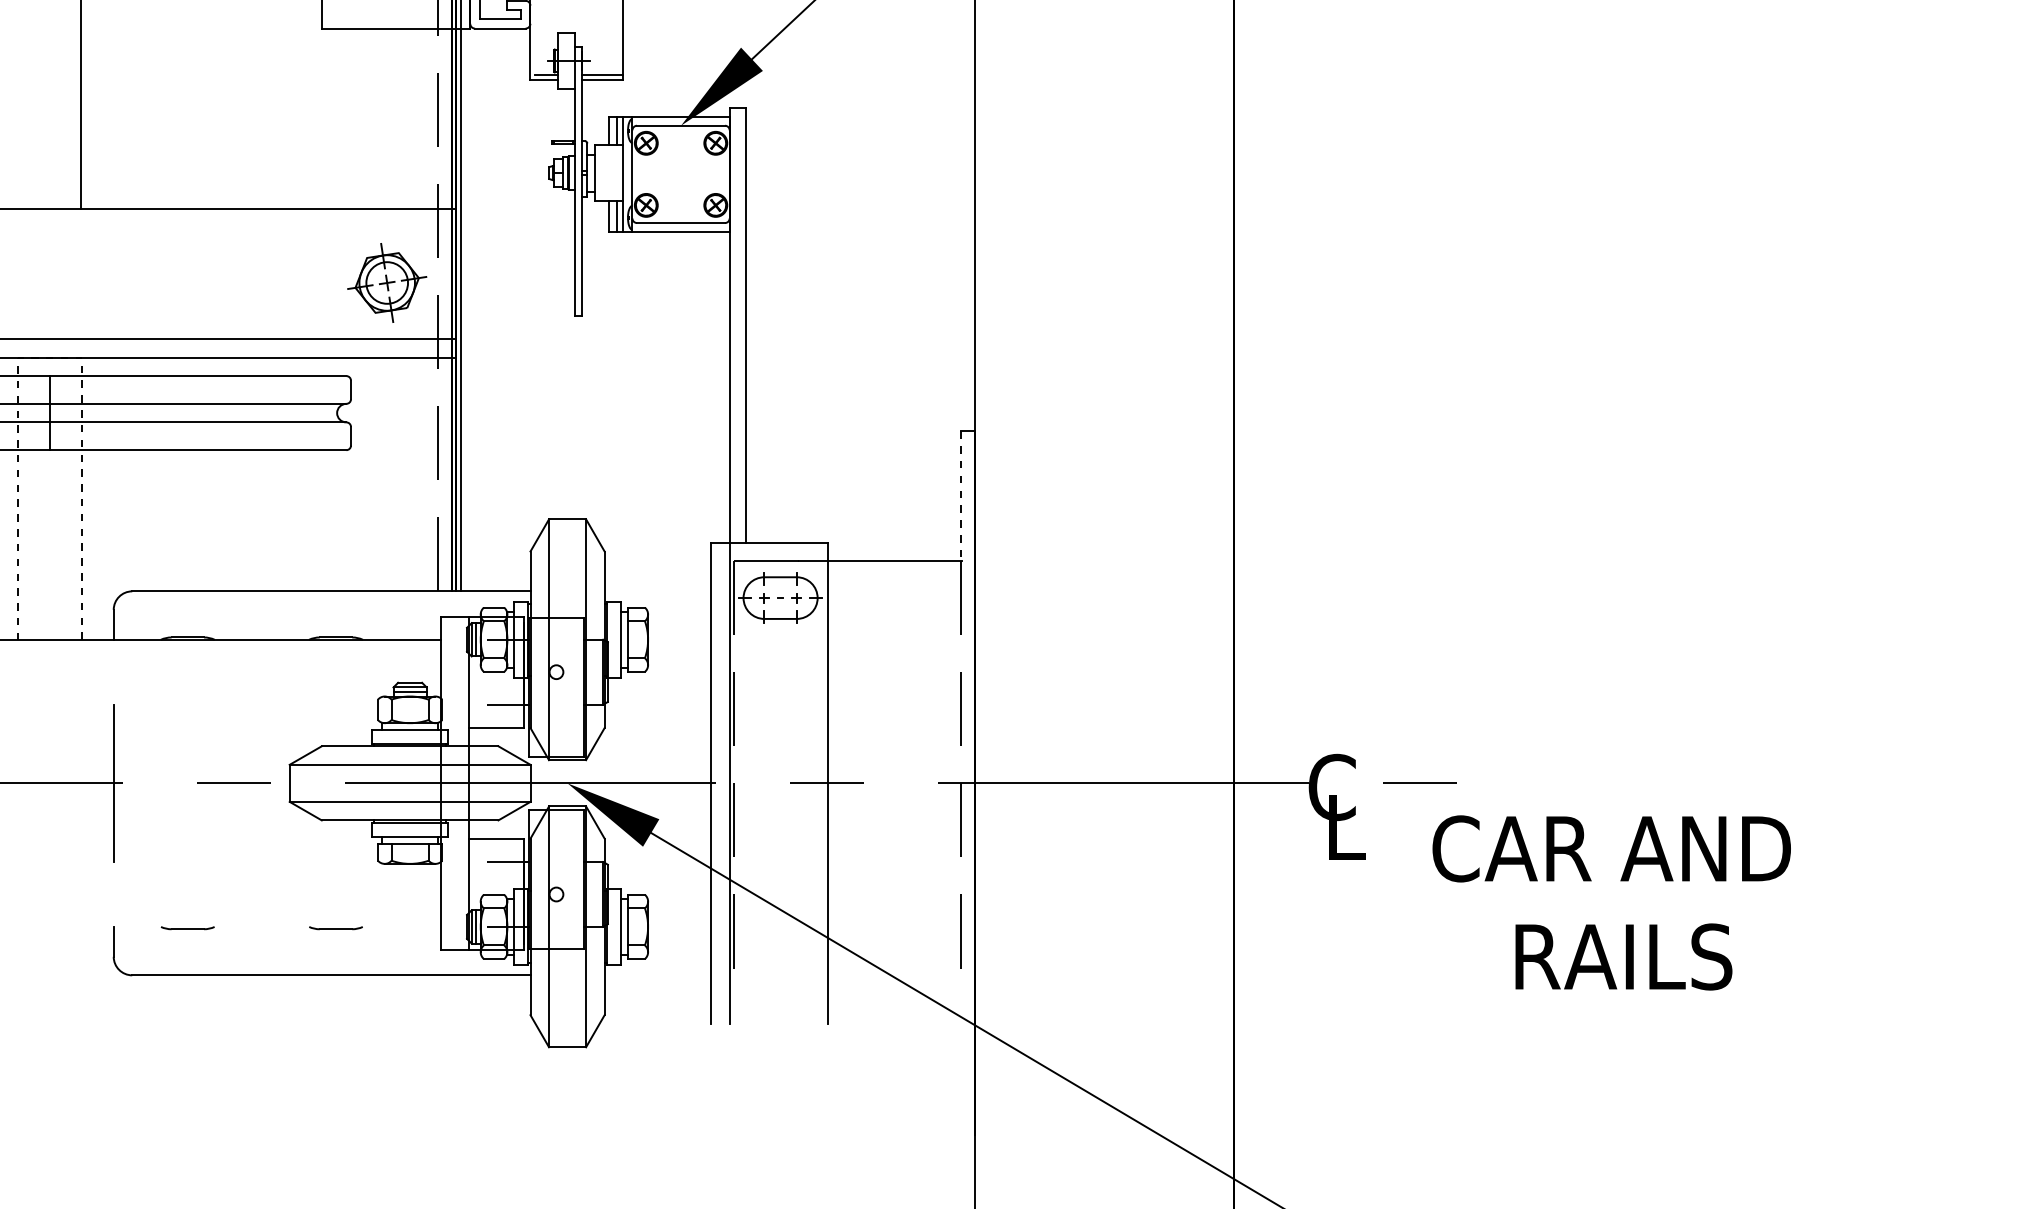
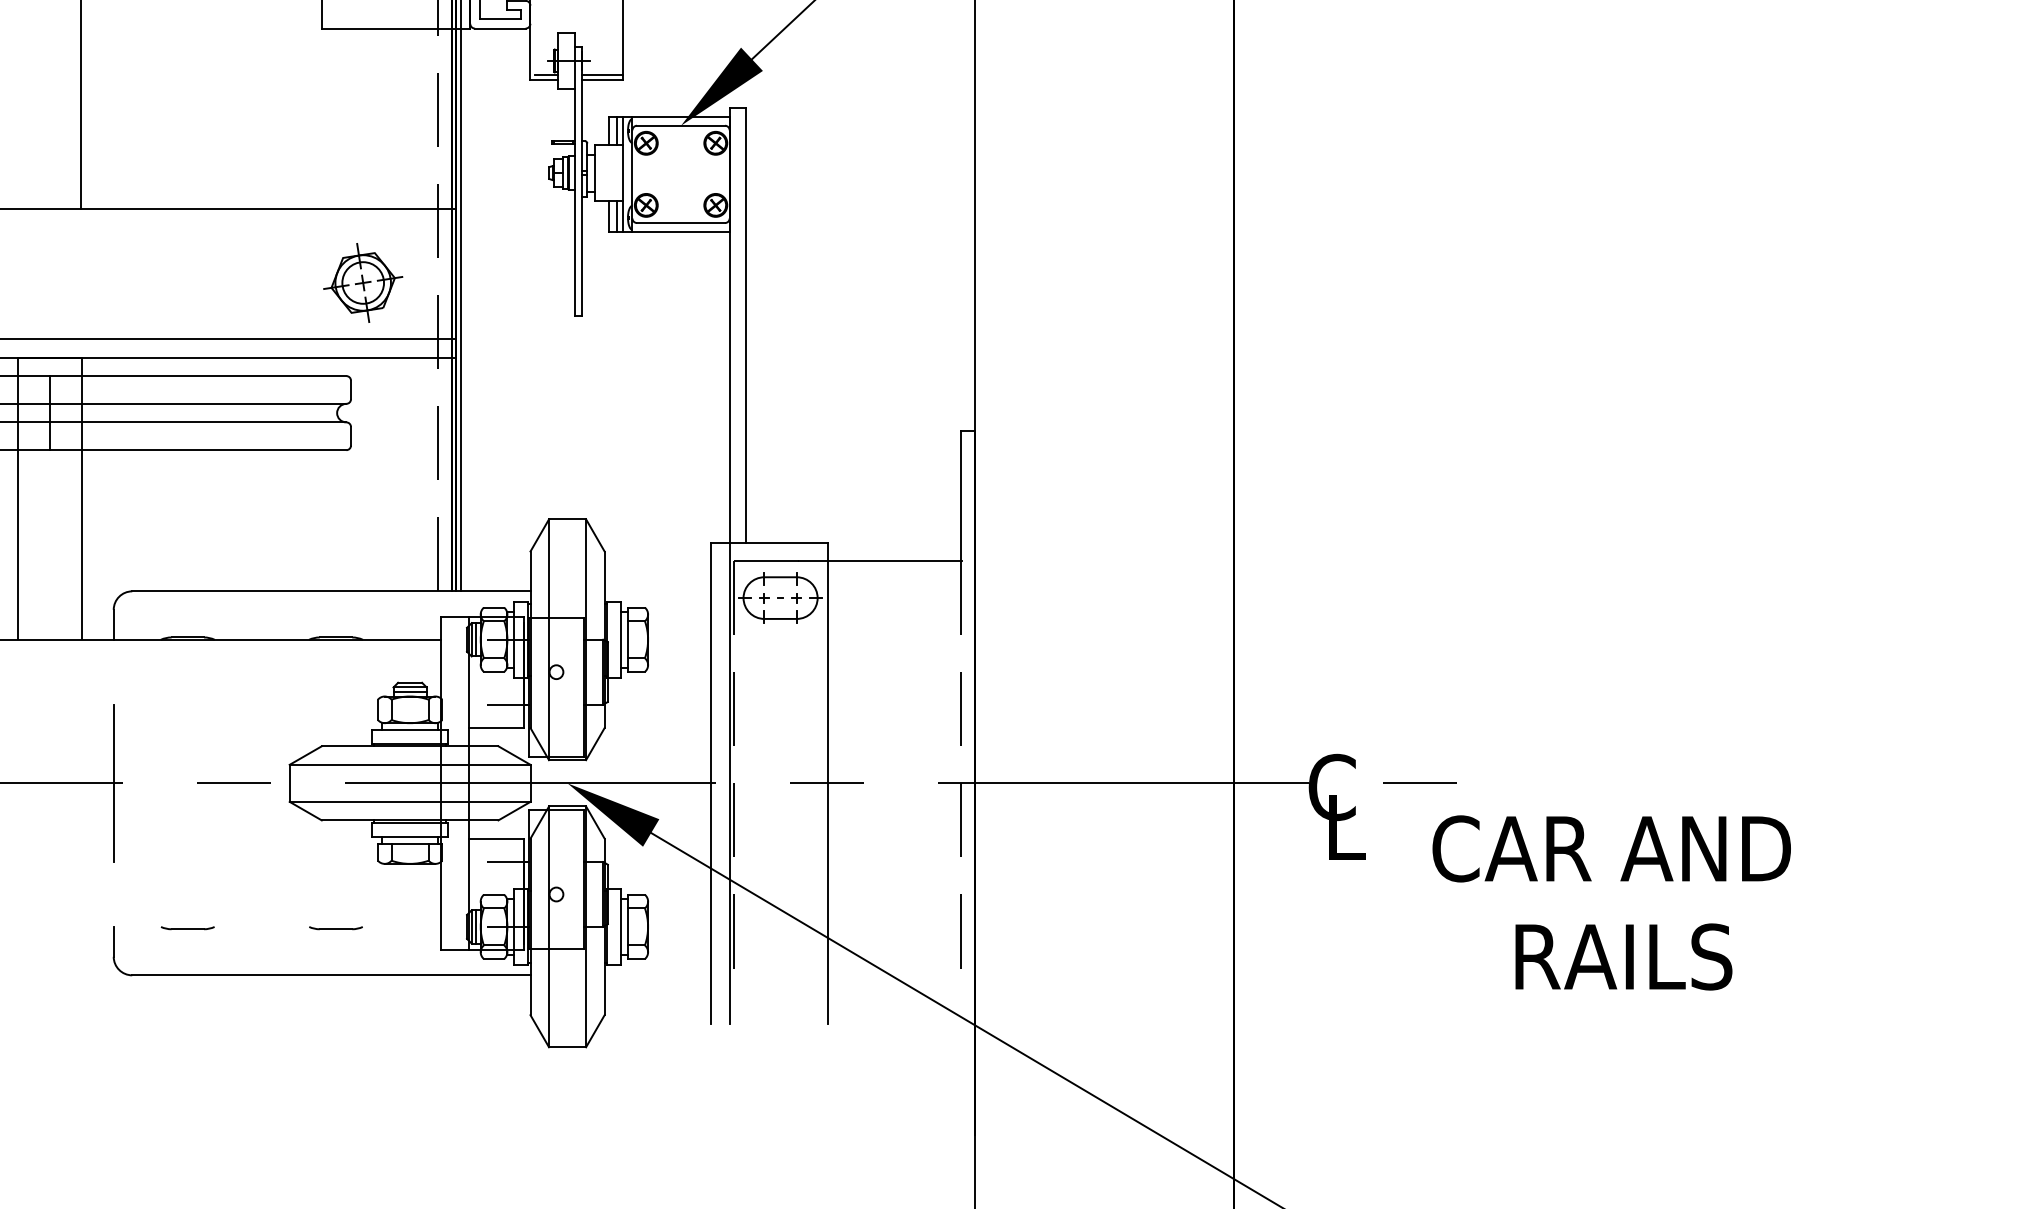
part at (387, 282) position: (387, 282) -> (363, 282)
line at (49, 357): dashed -> solid
line at (961, 496): dashed -> solid
